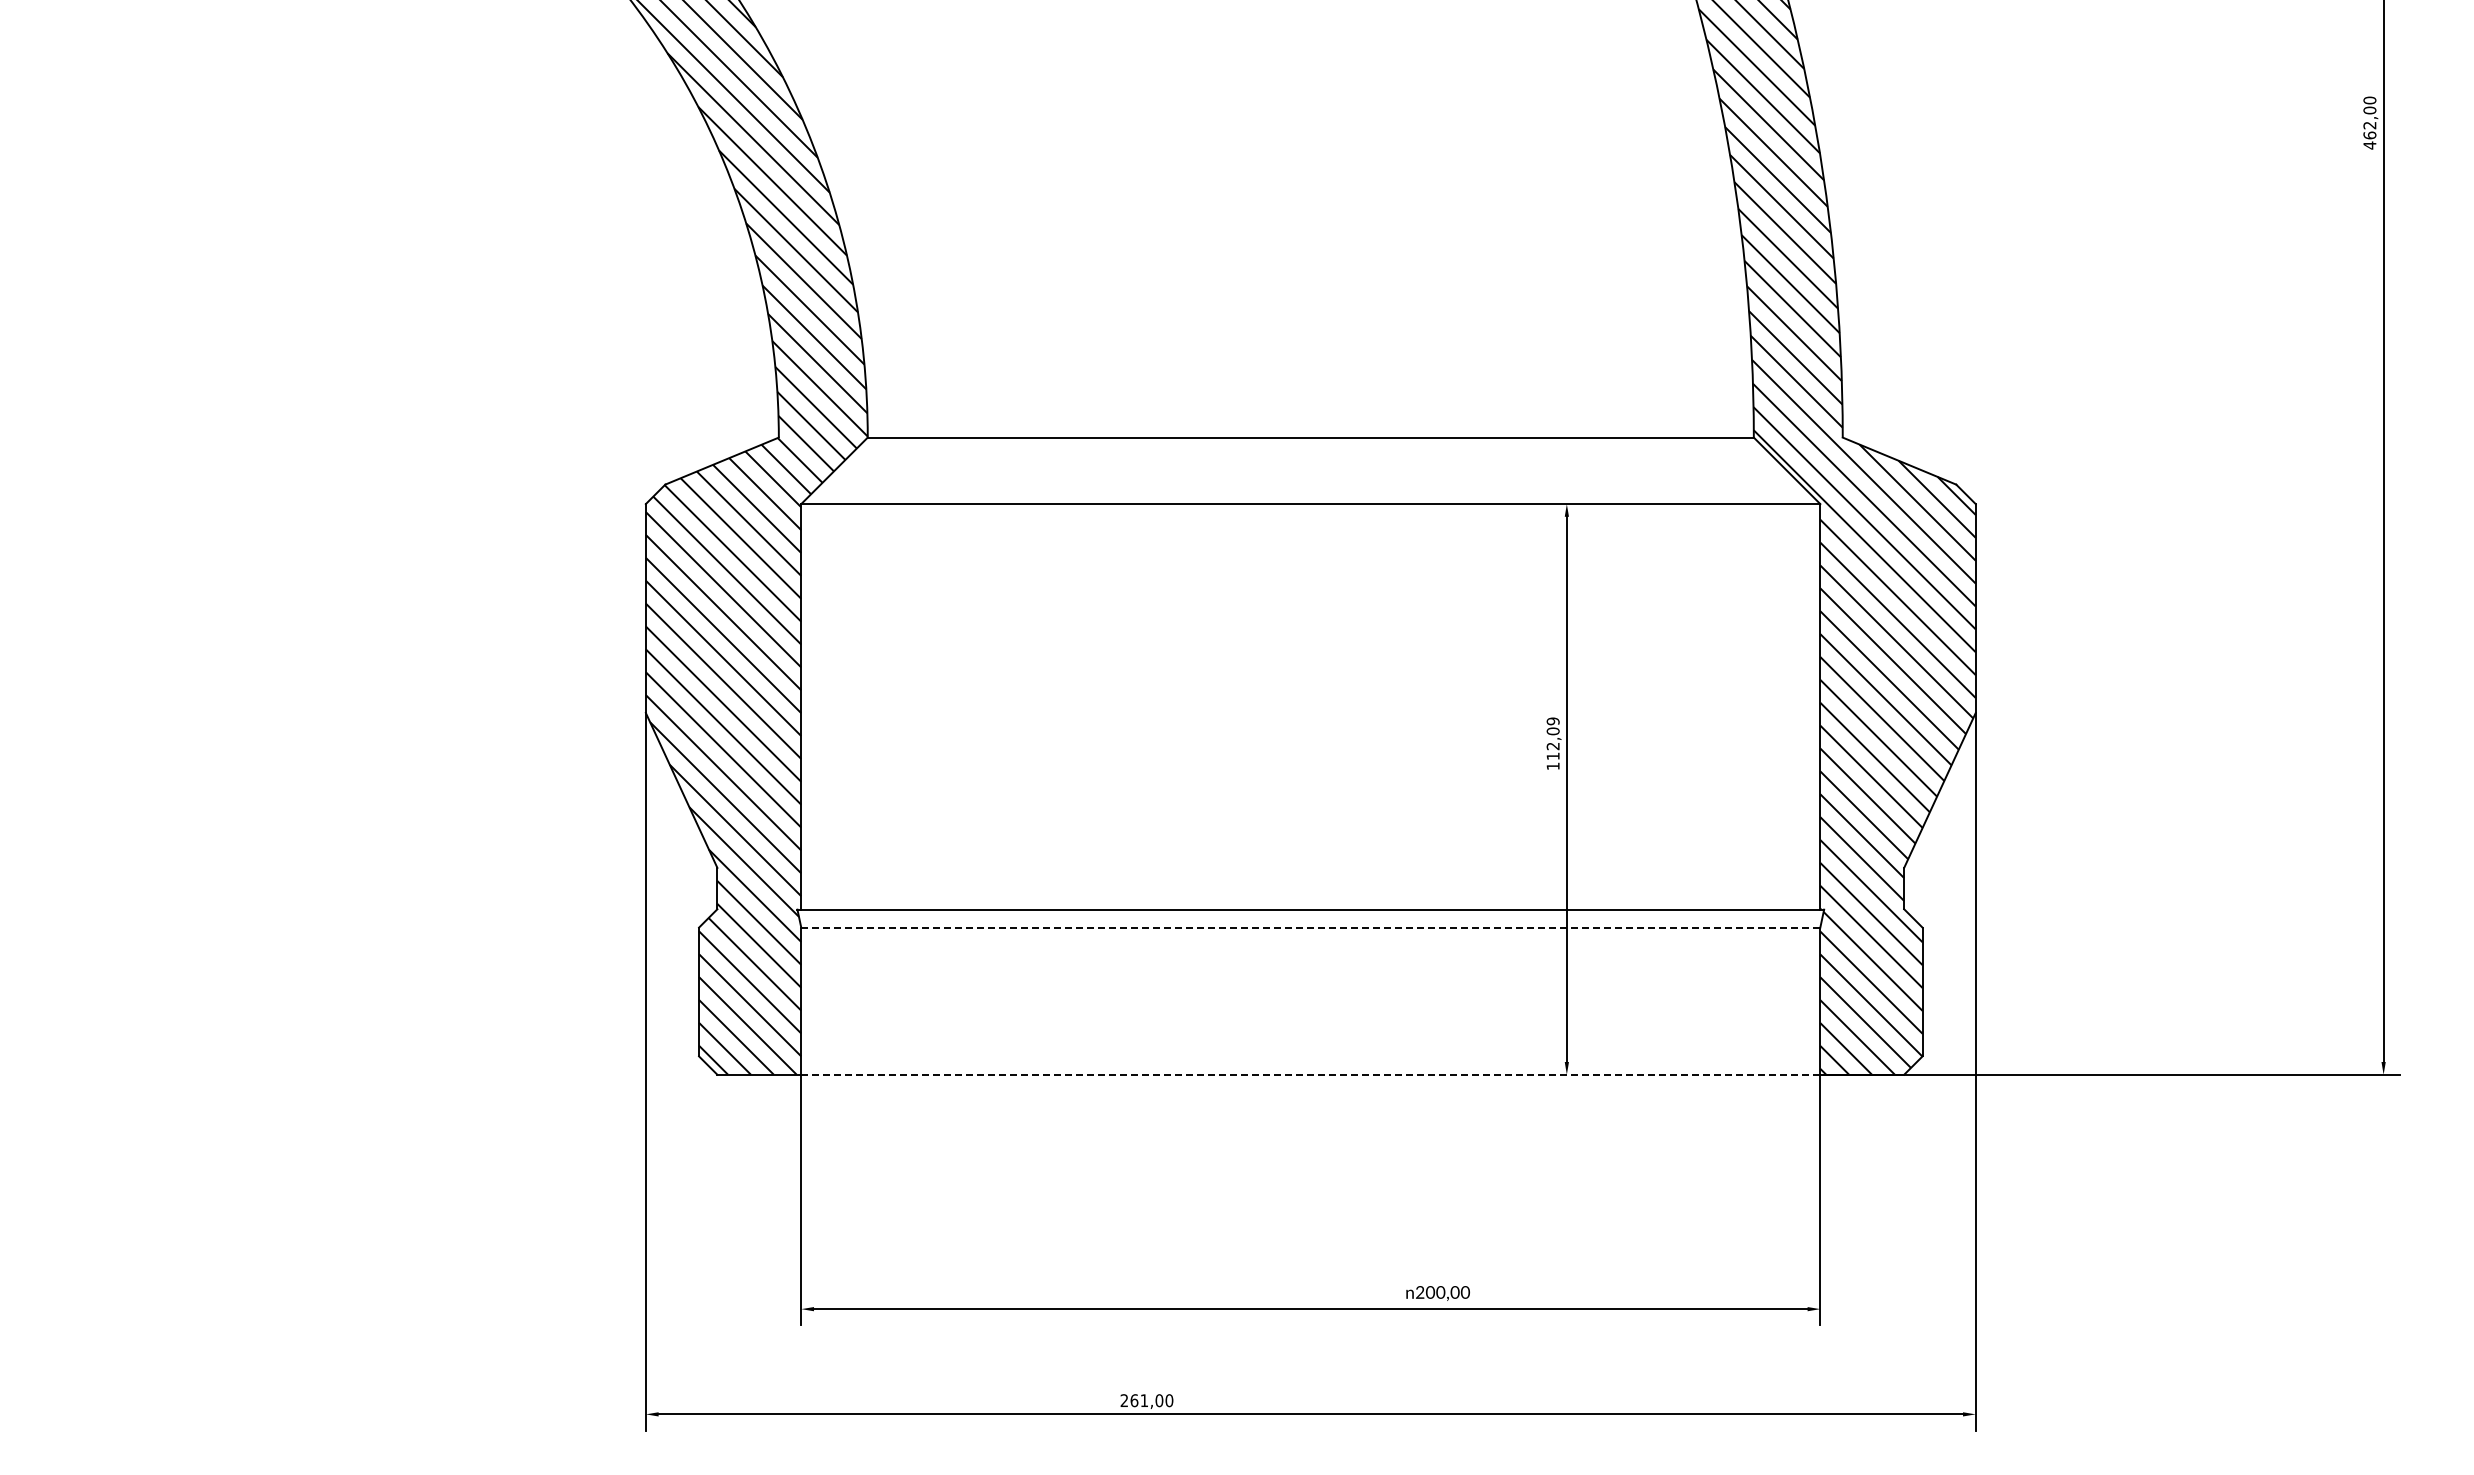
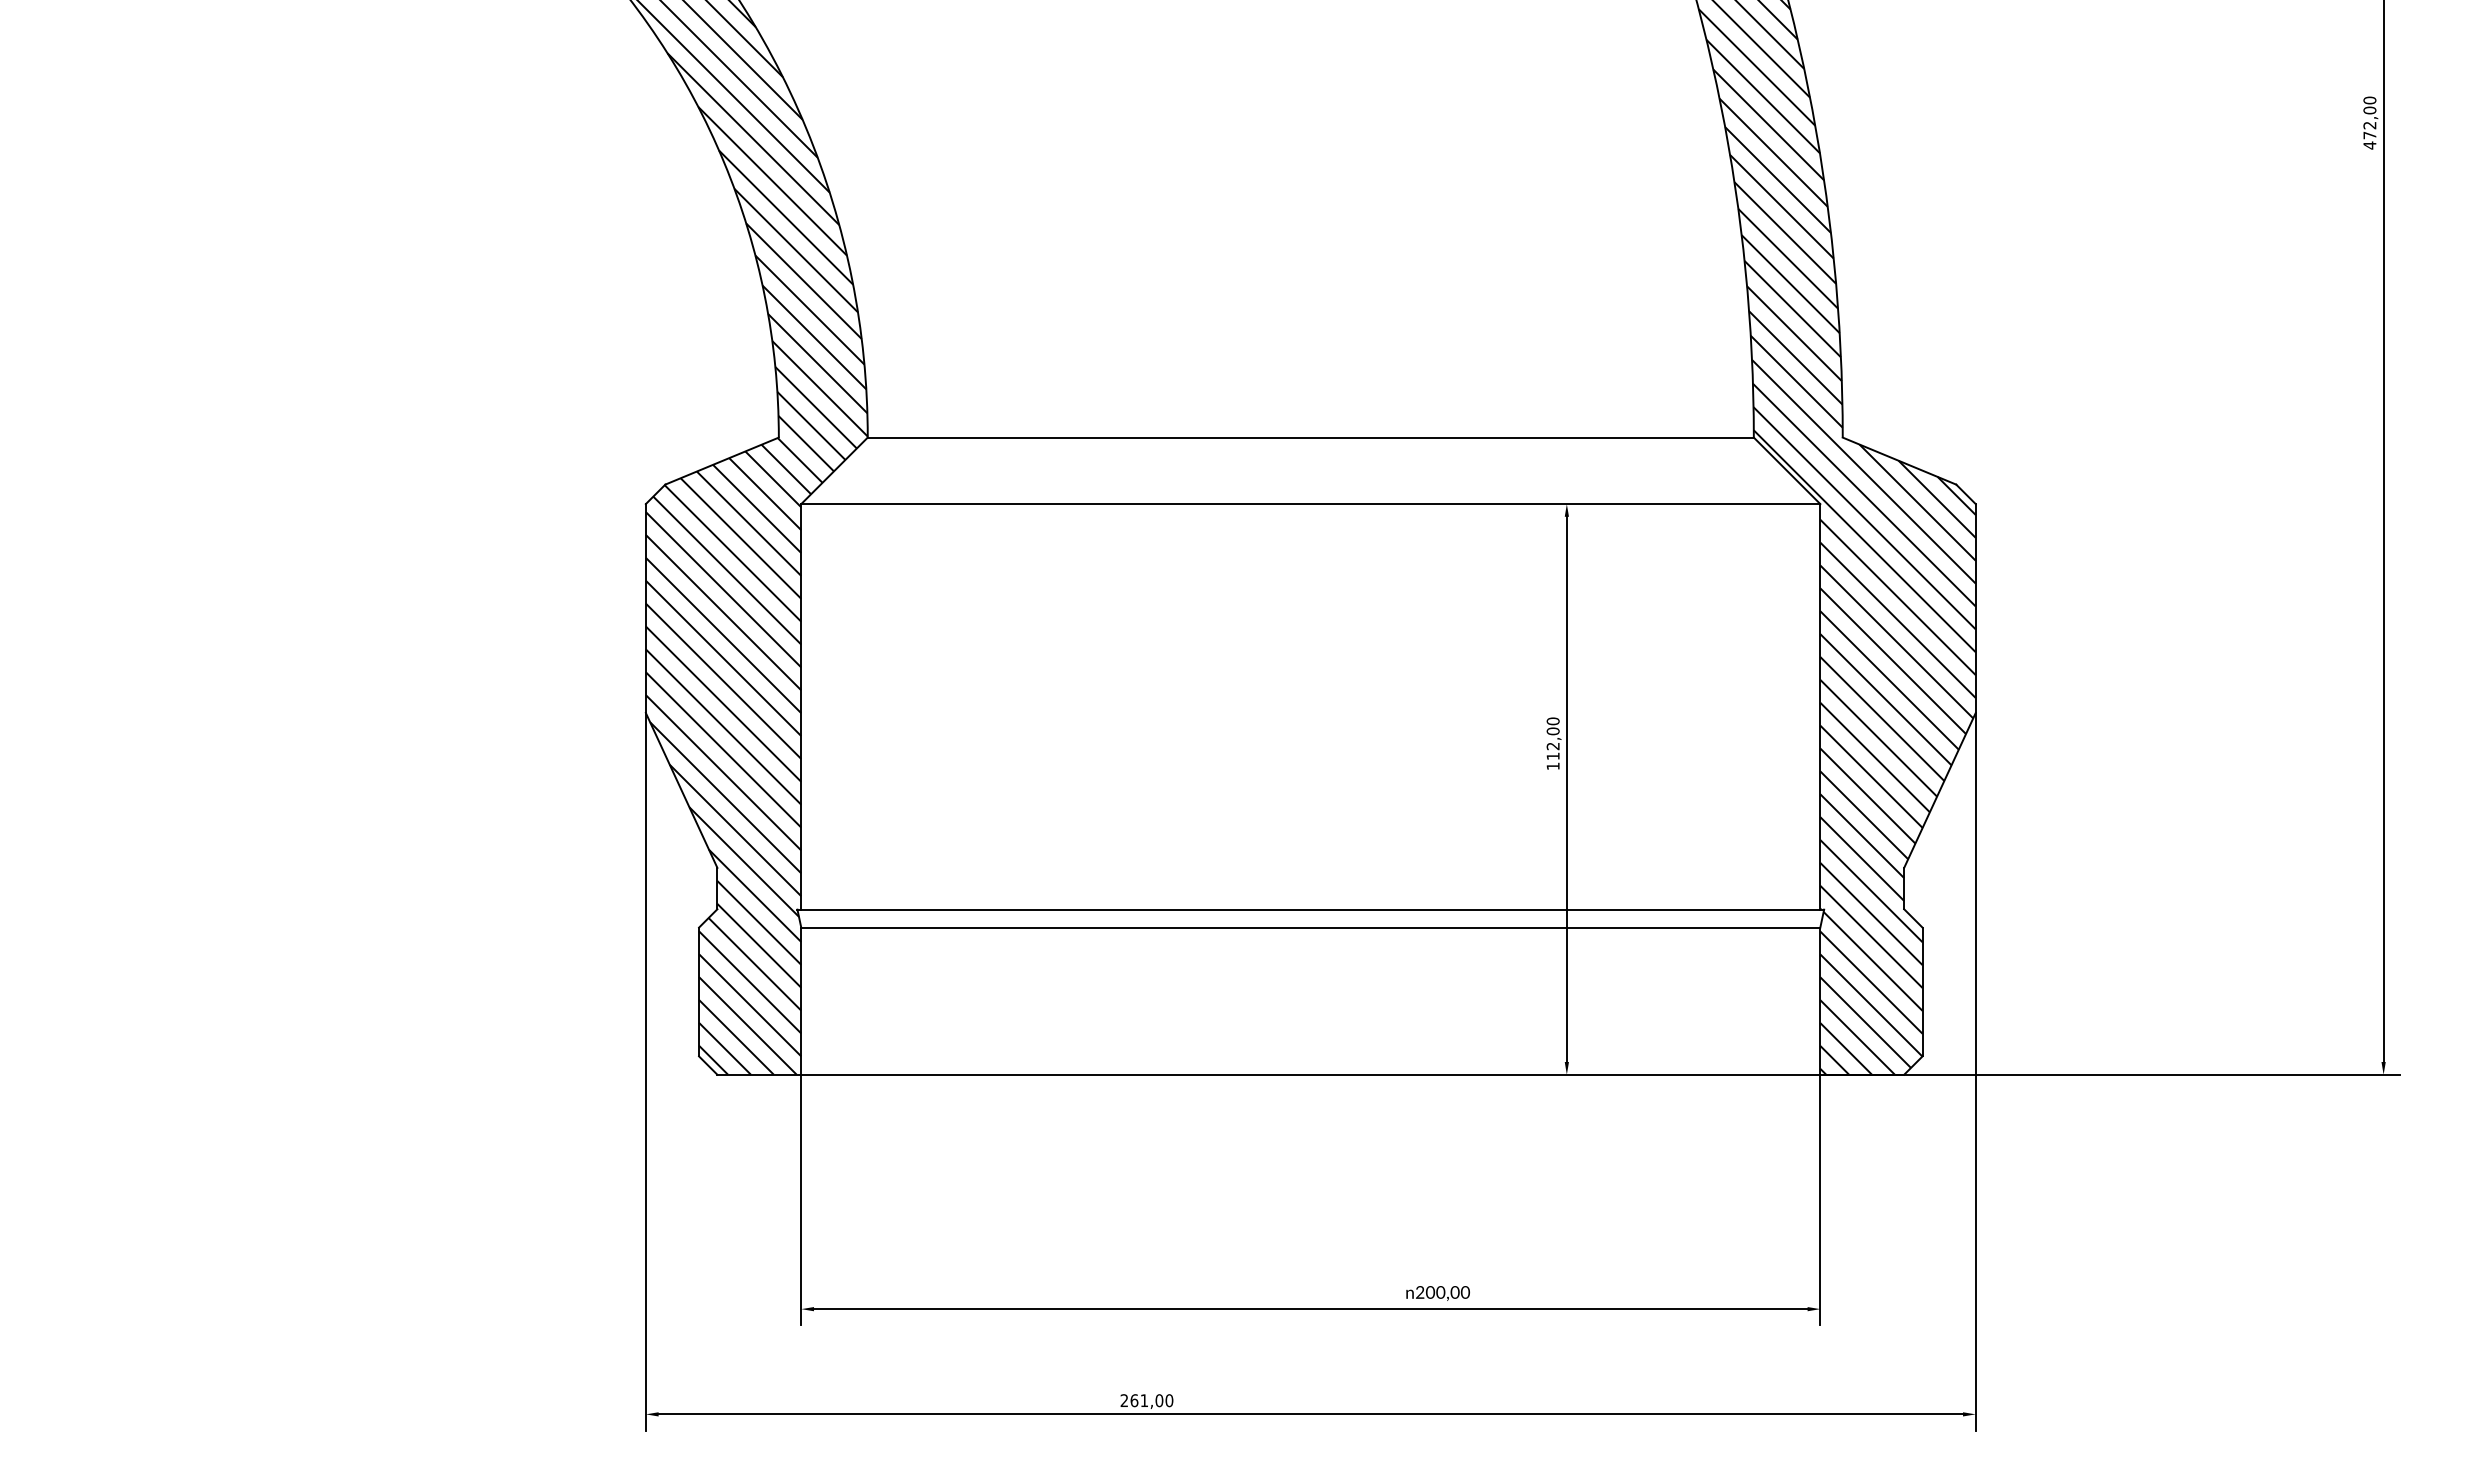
text at (2369, 135): 462,00 -> 472,00
text at (1553, 721): 112,09 -> 112,00
line at (1310, 927): dashed -> solid
line at (1310, 1074): dashed -> solid
